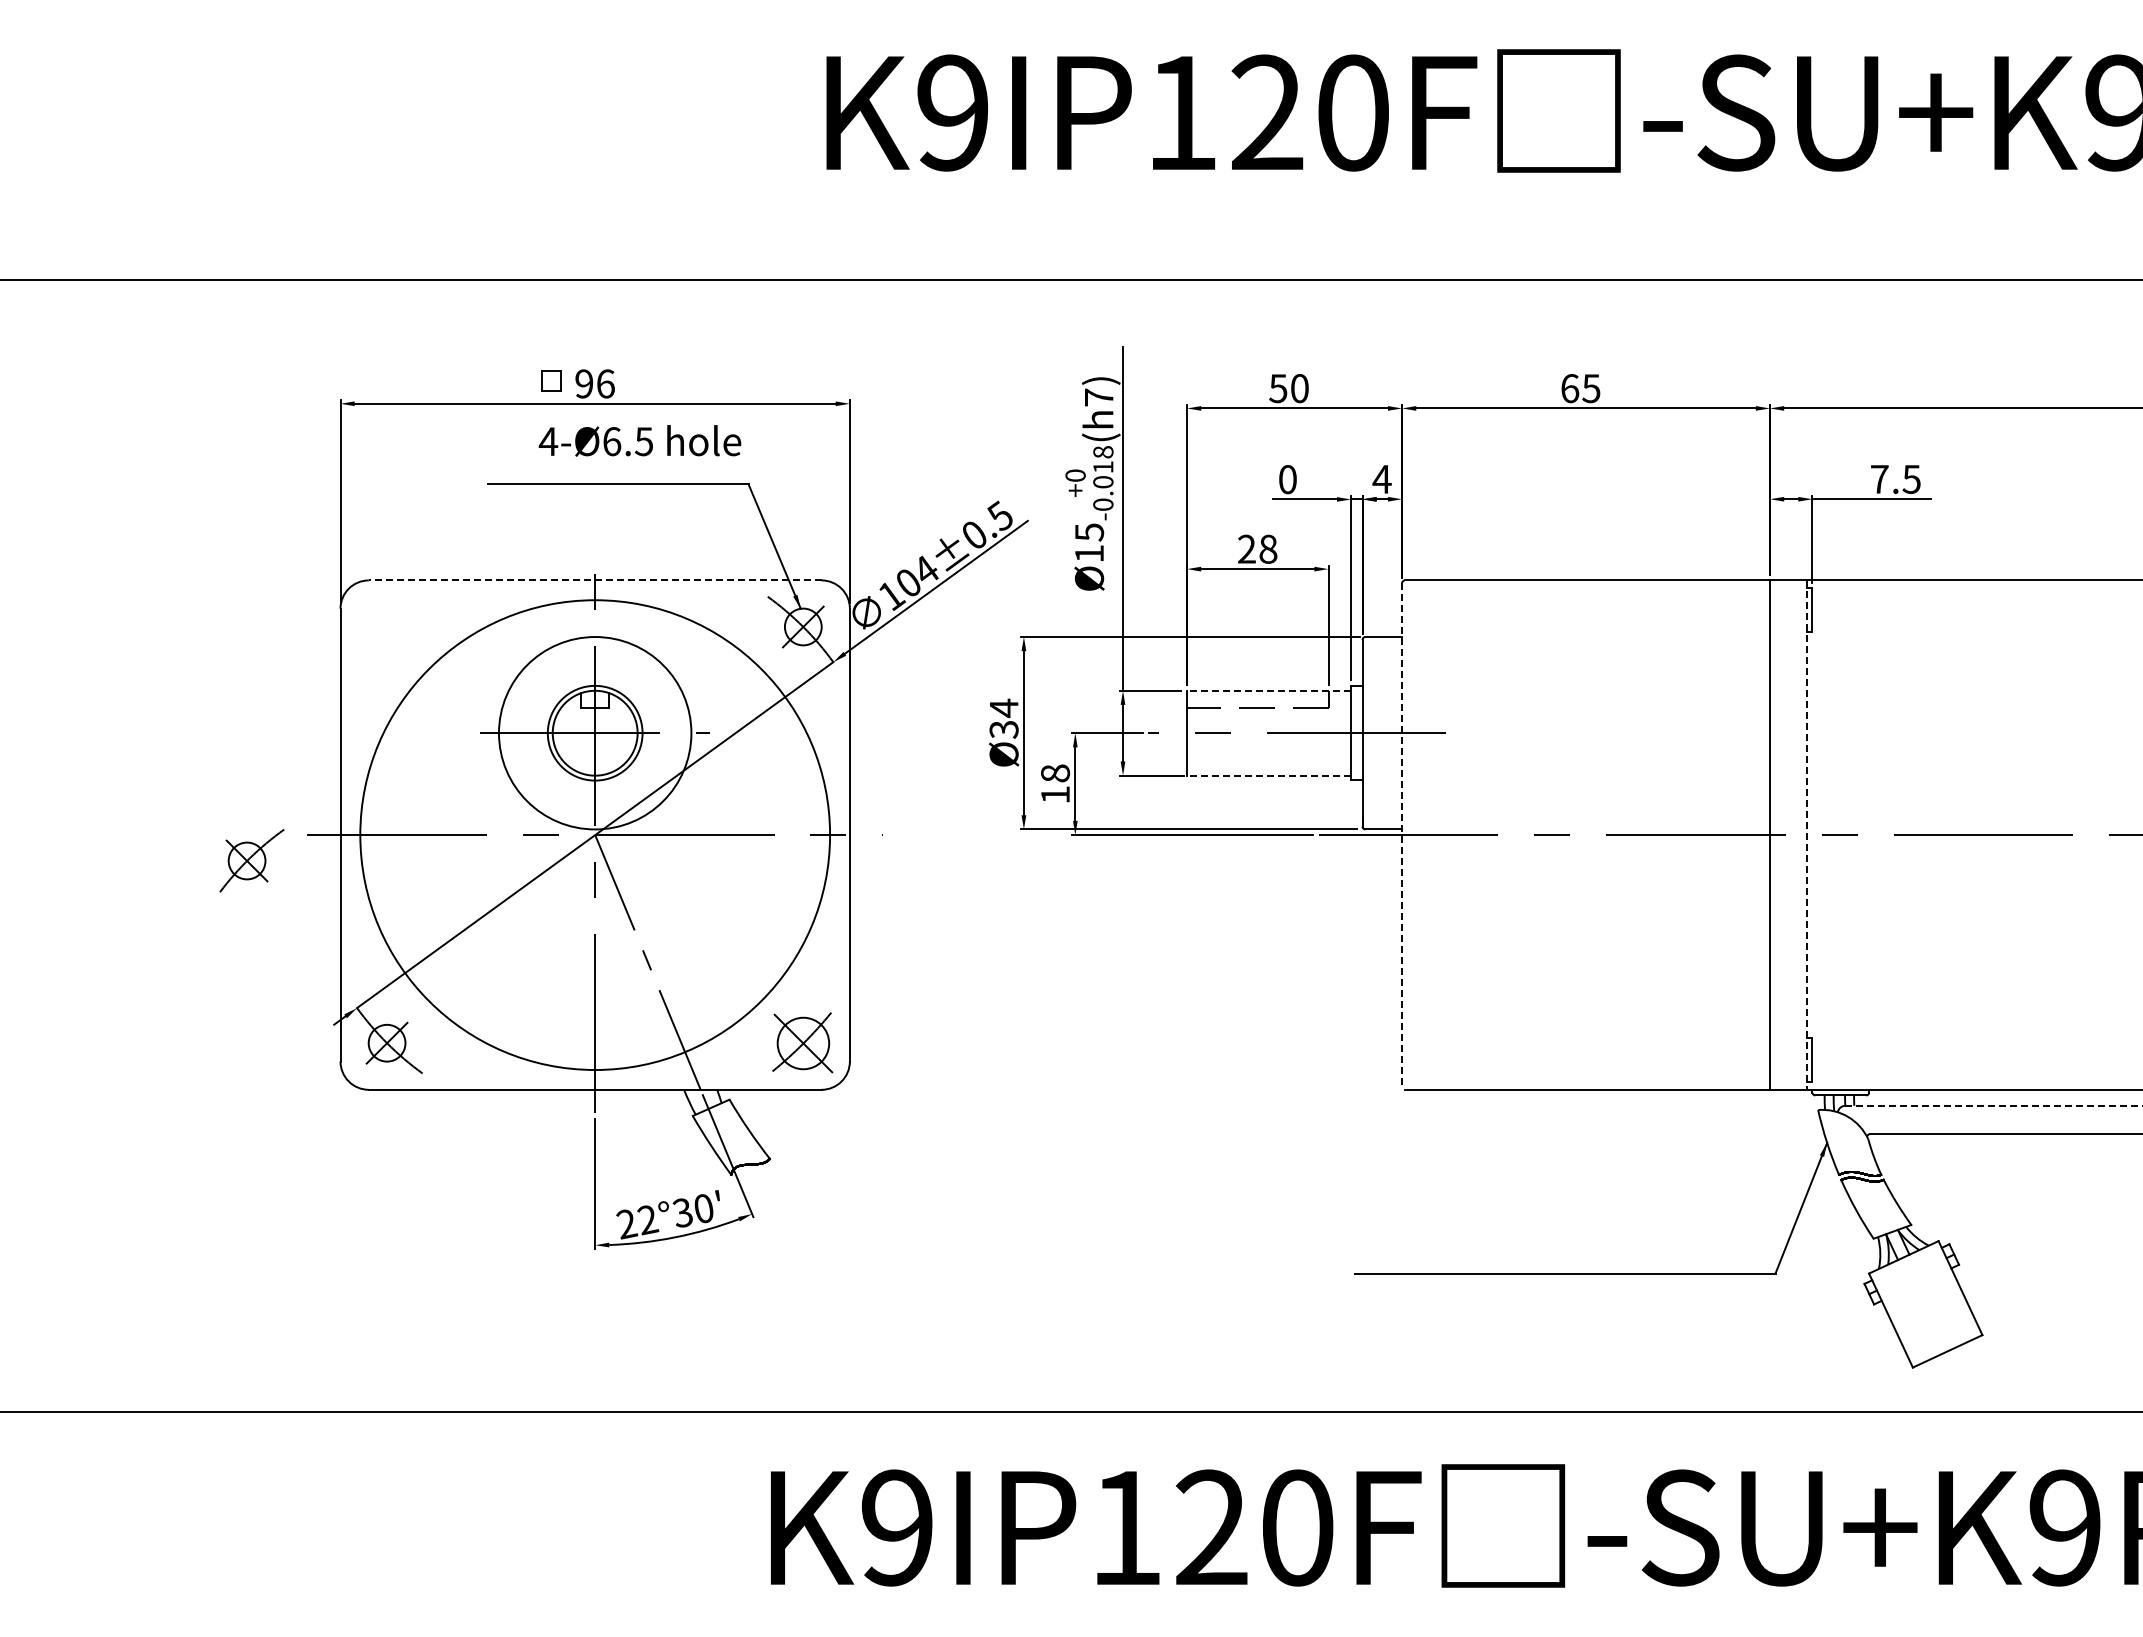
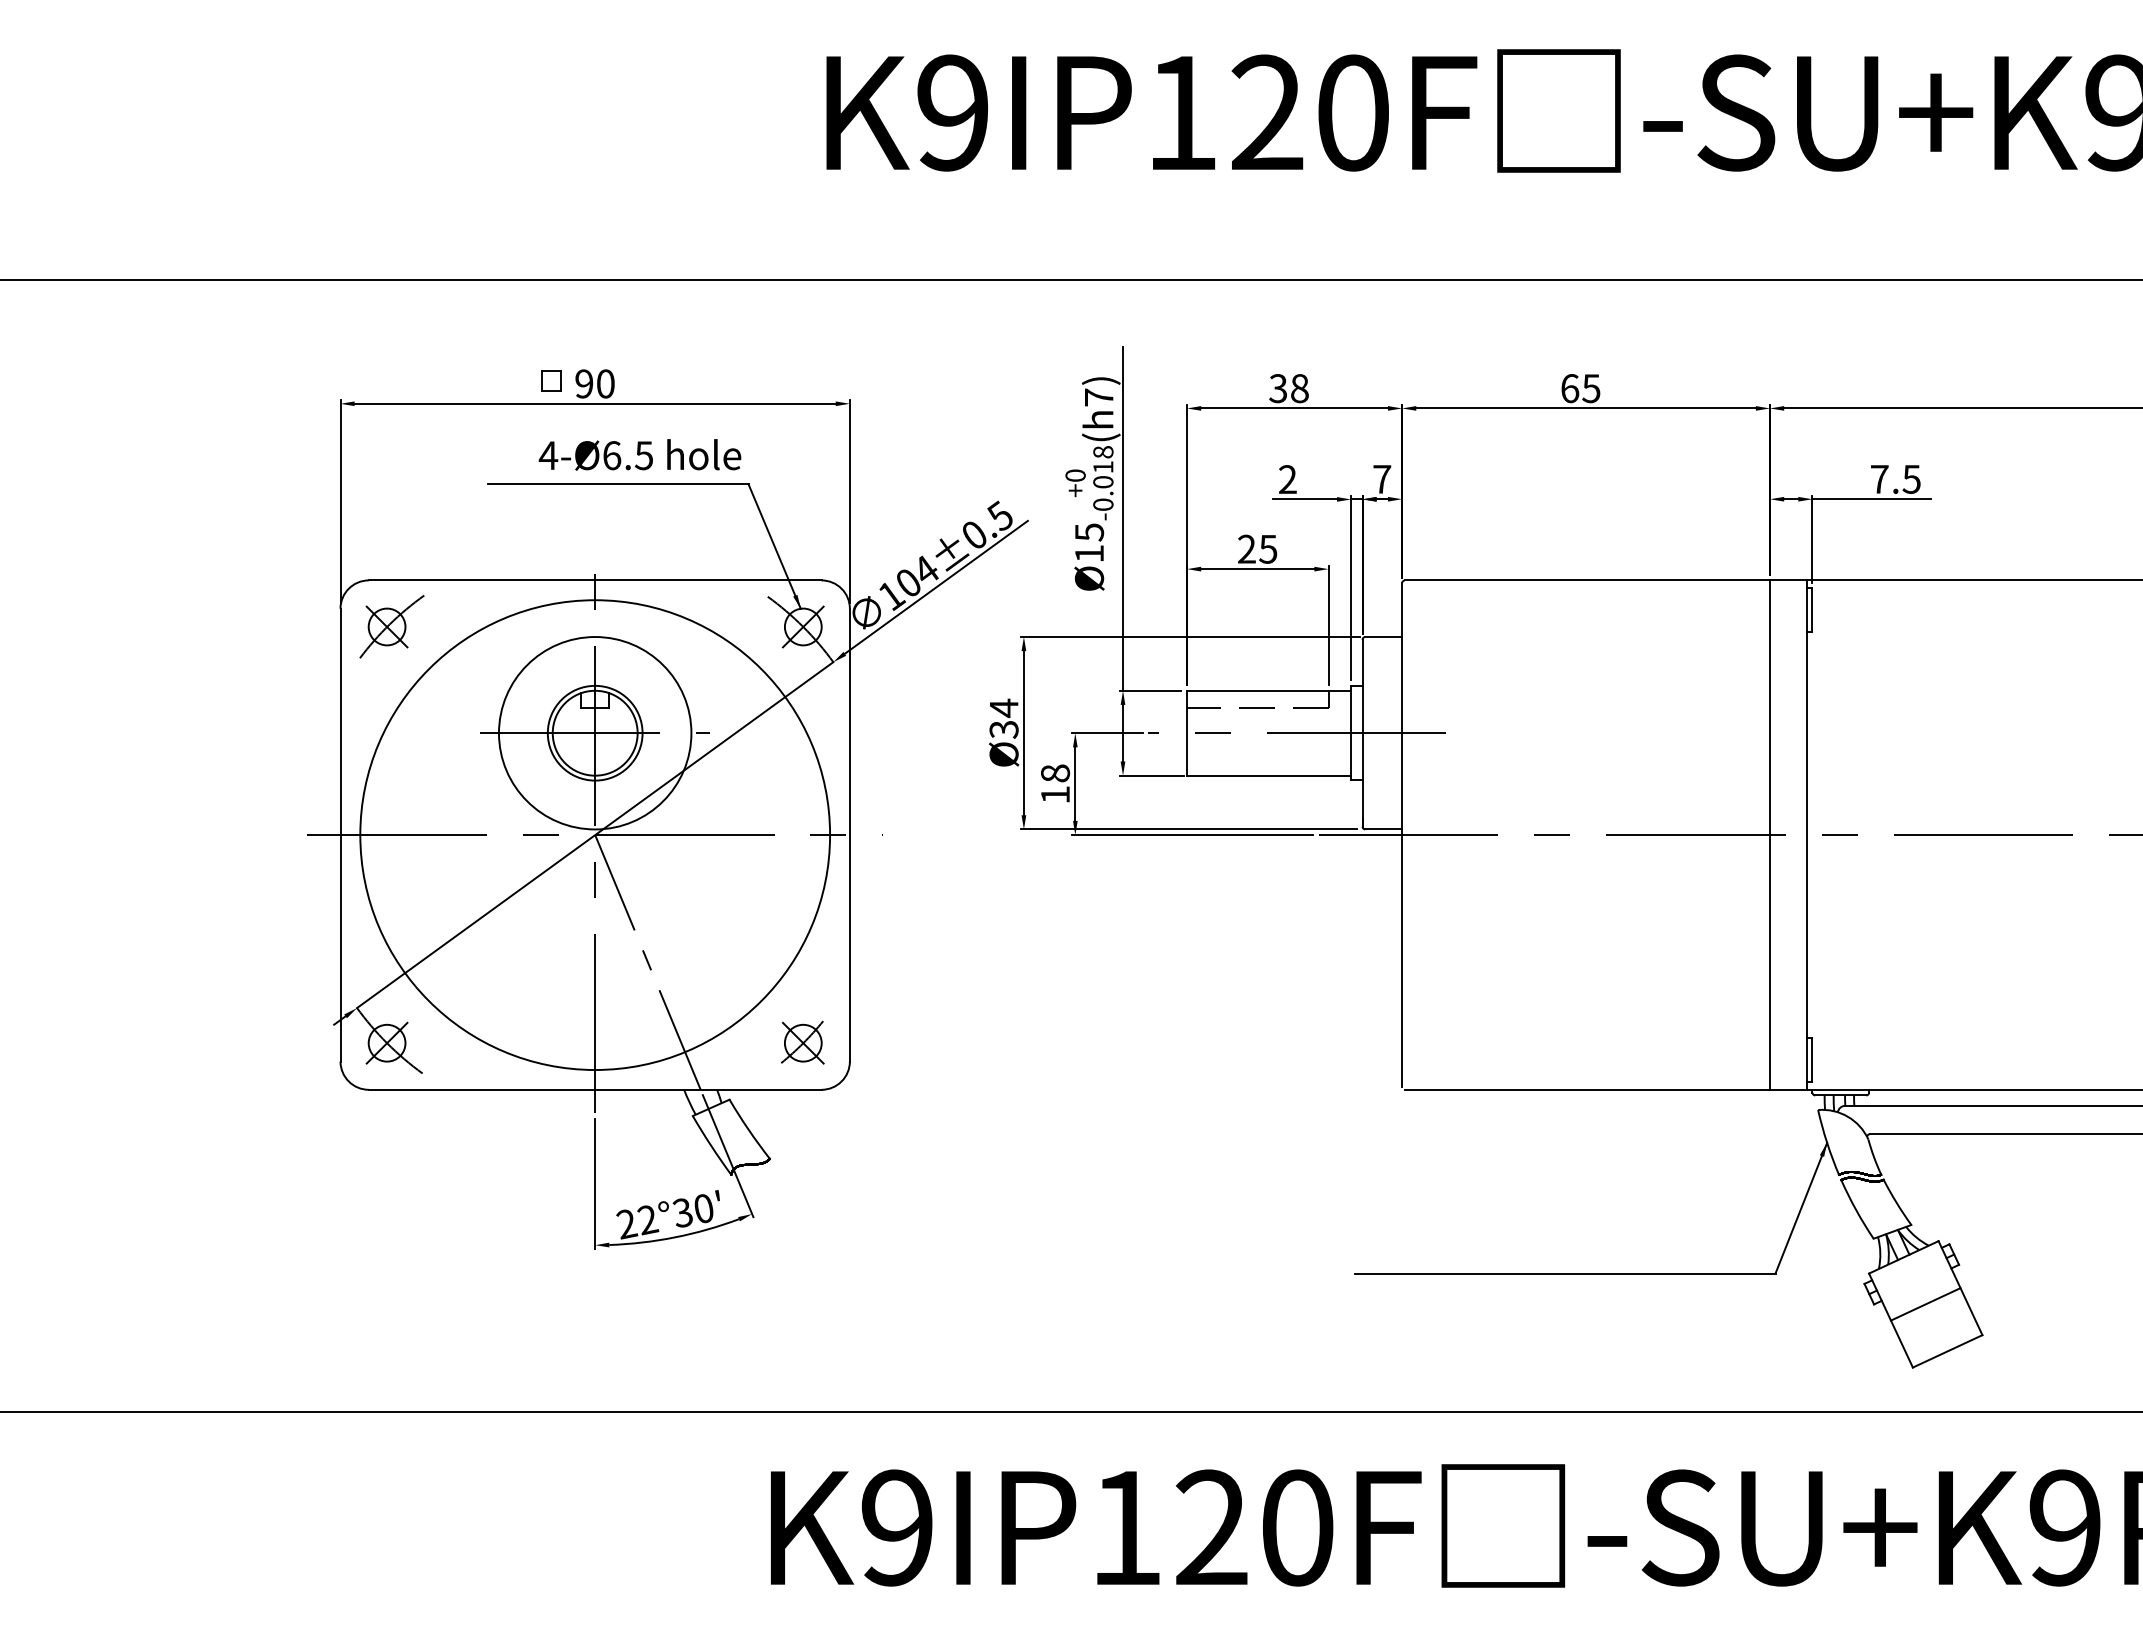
text at (605, 383): 96 -> 90
text at (1289, 388): 50 -> 38
text at (639, 440) position: (639, 440) -> (639, 454)
text at (1287, 479): 0 -> 2
text at (1381, 479): 4 -> 7
text at (1268, 548): 28 -> 25
line at (594, 580): dashed -> solid
line at (1268, 690): dashed -> solid
line at (1268, 775): dashed -> solid
line at (1402, 835): dashed -> solid
line at (1807, 835): dashed -> solid
part at (251, 860) position: (251, 860) -> (391, 626)
part at (802, 1042) size: 62x62 px -> 44x45 px
line at (1994, 1105): dashed -> solid
line at (1925, 1304): none -> present
